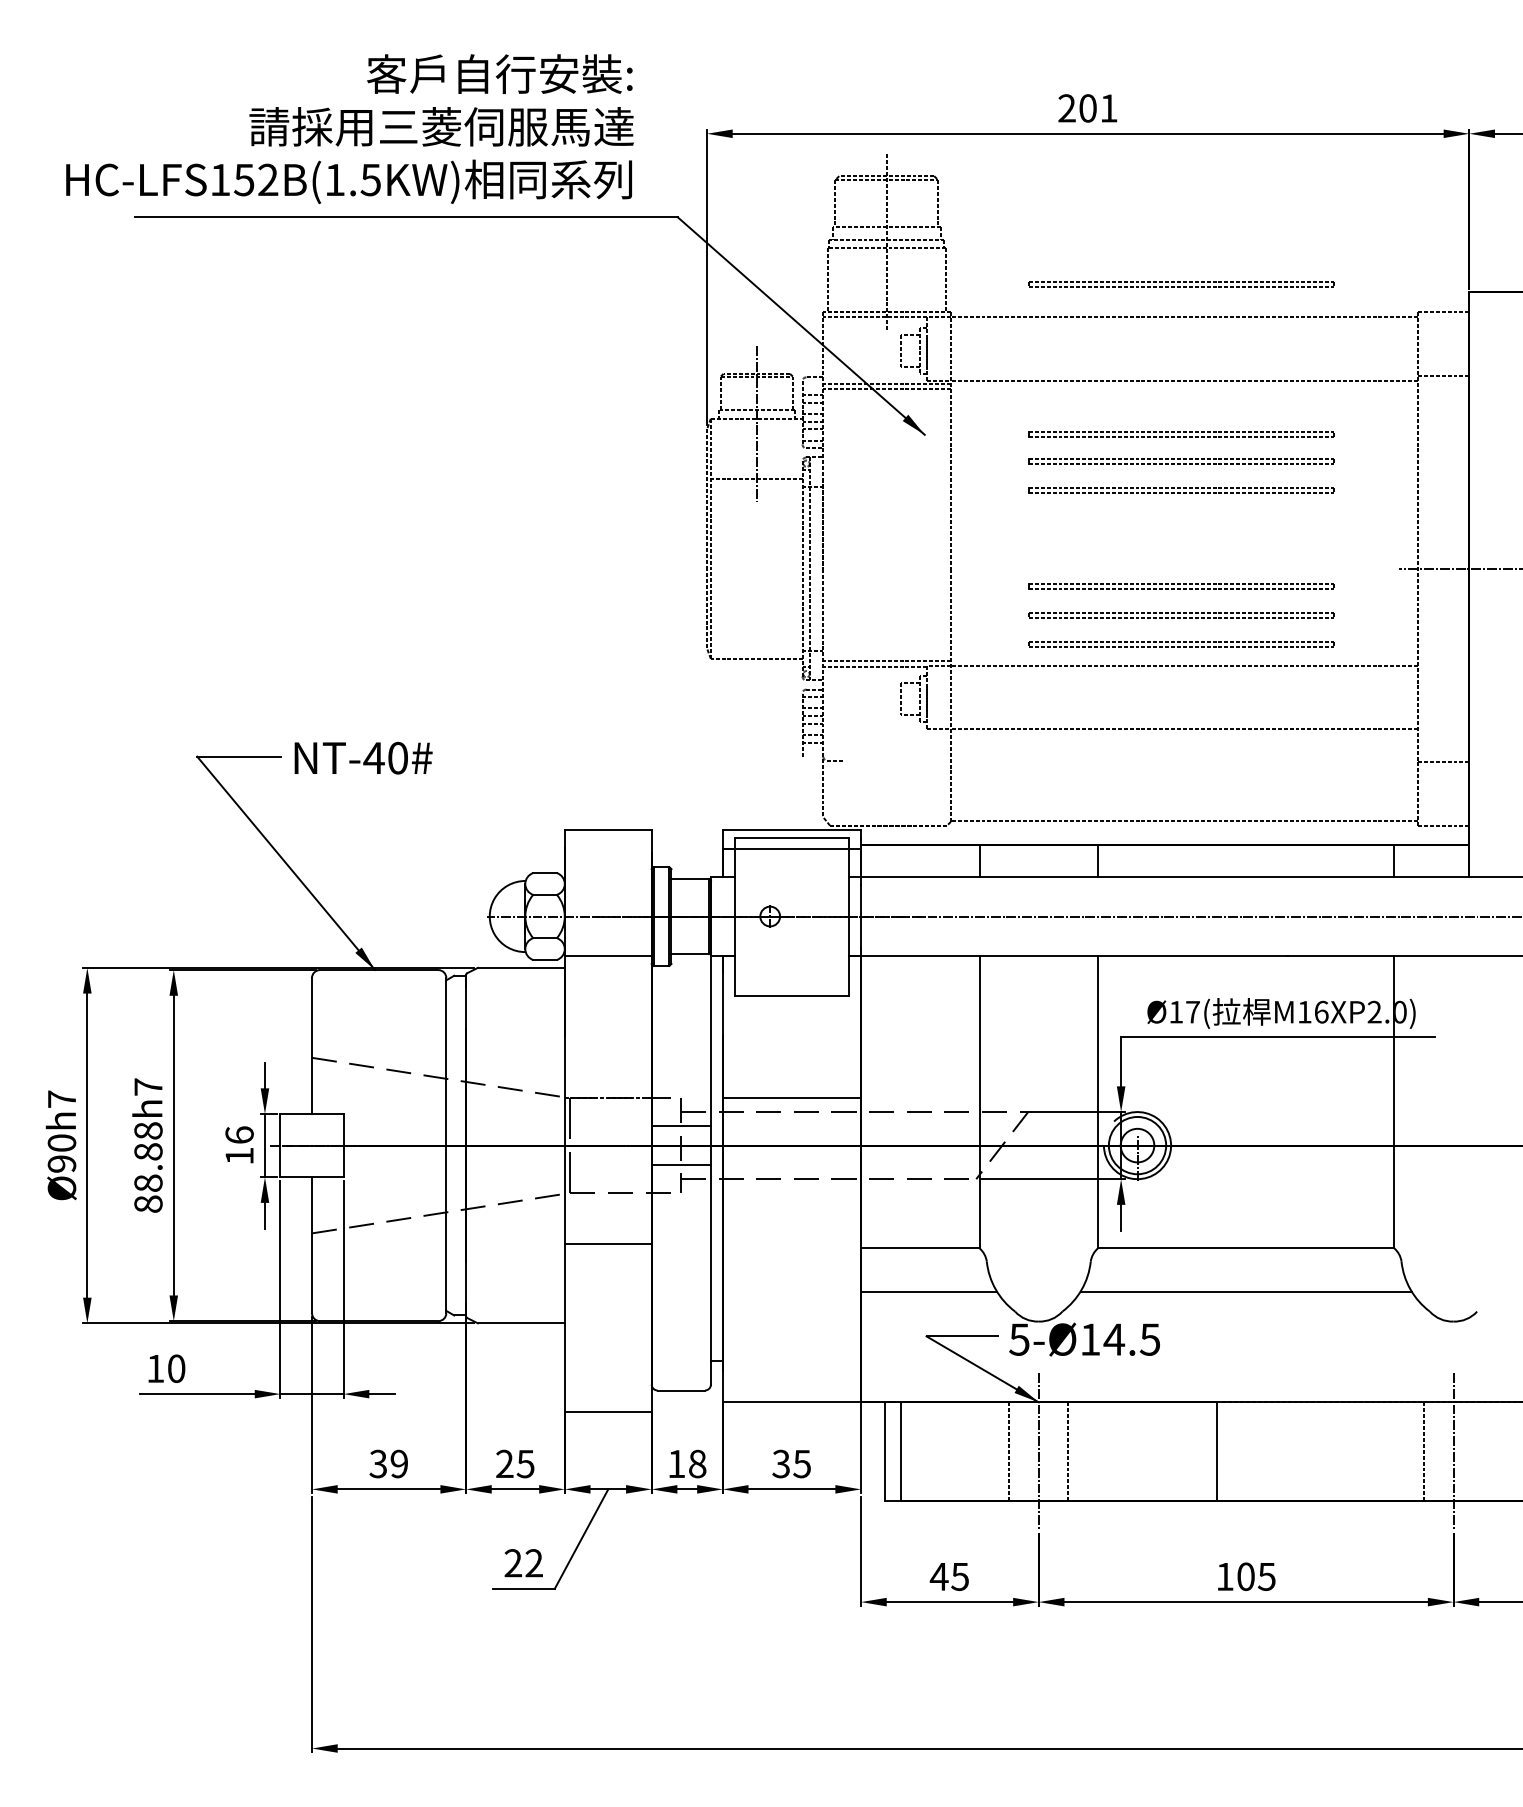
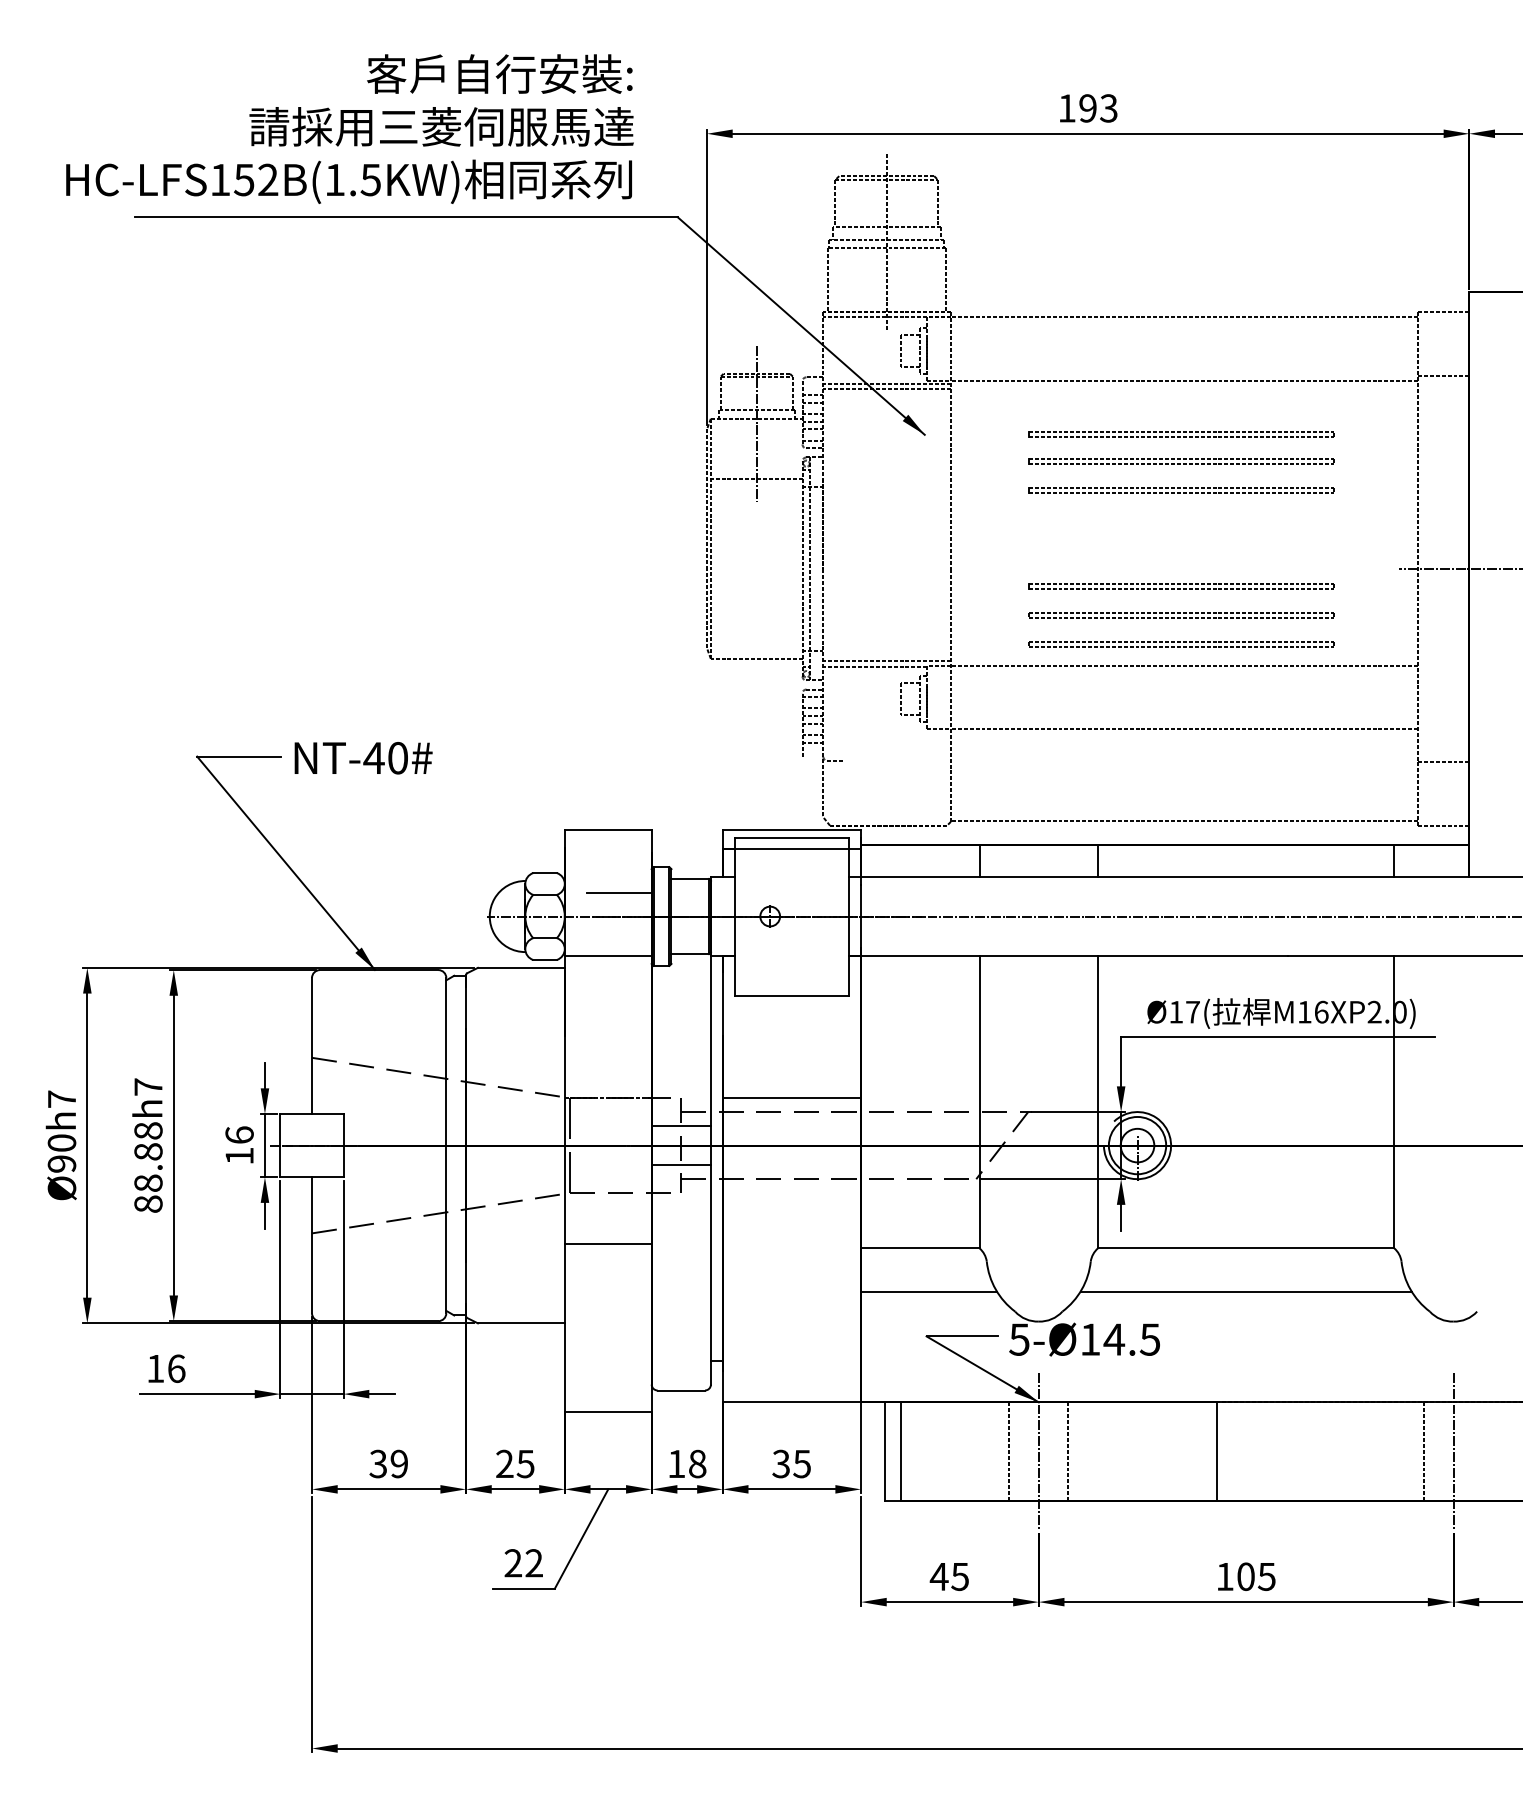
text at (1087, 108): 201 -> 193
part at (1181, 284): present -> none
line at (618, 892): none -> present
text at (176, 1368): 10 -> 16
